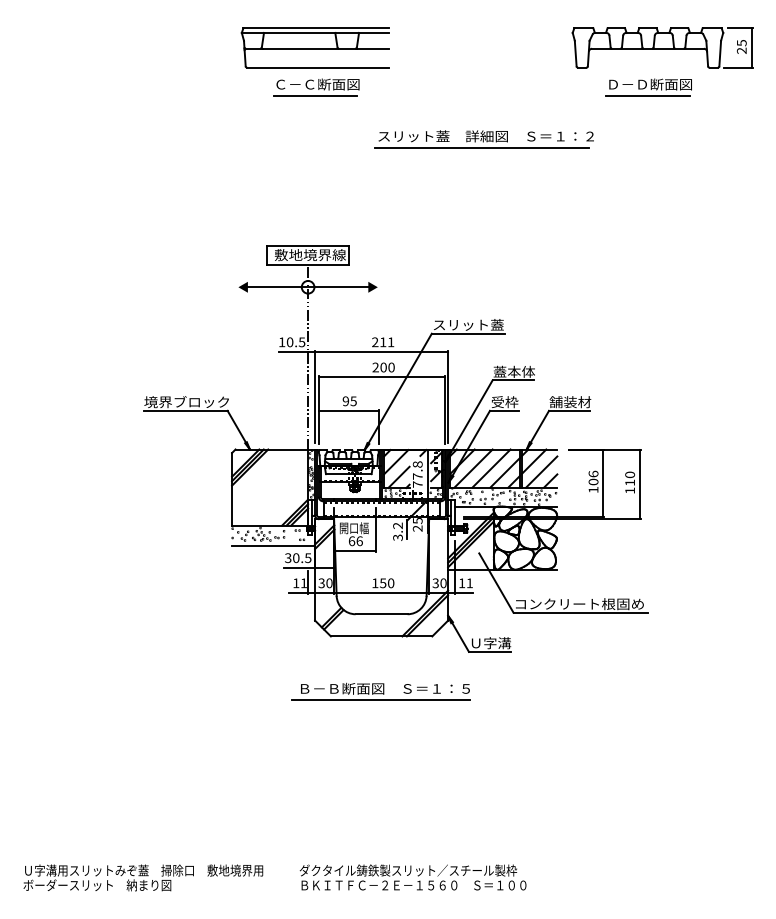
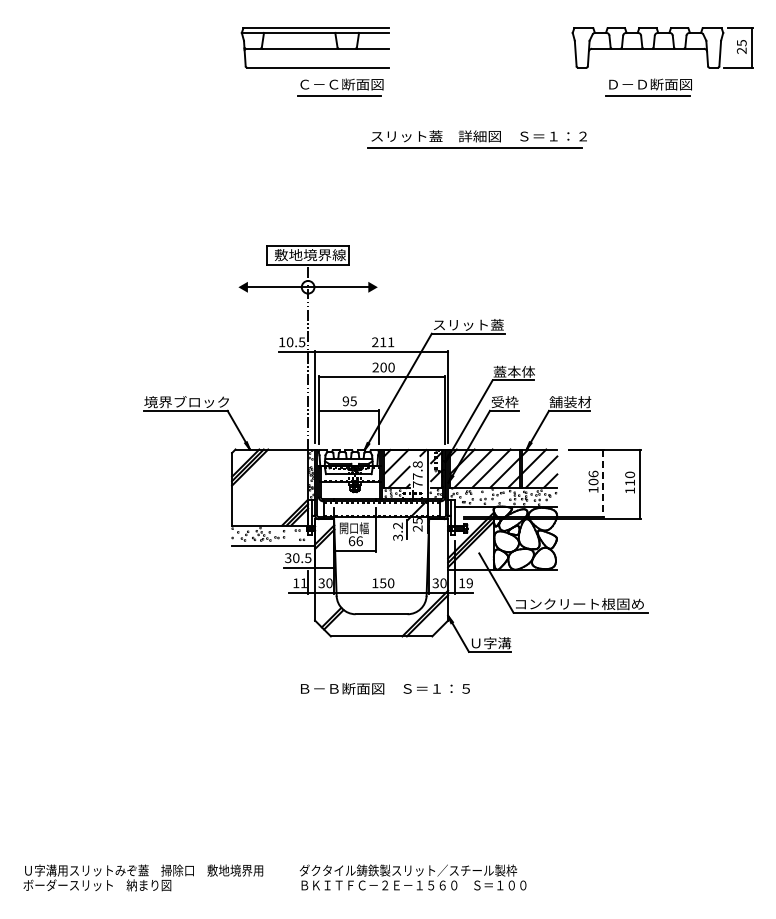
part at (316, 87) position: (316, 87) -> (340, 87)
part at (483, 139) position: (483, 139) -> (476, 139)
line at (603, 483): solid -> dashed
text at (469, 583): 11 -> 19
line at (380, 699): present -> none
